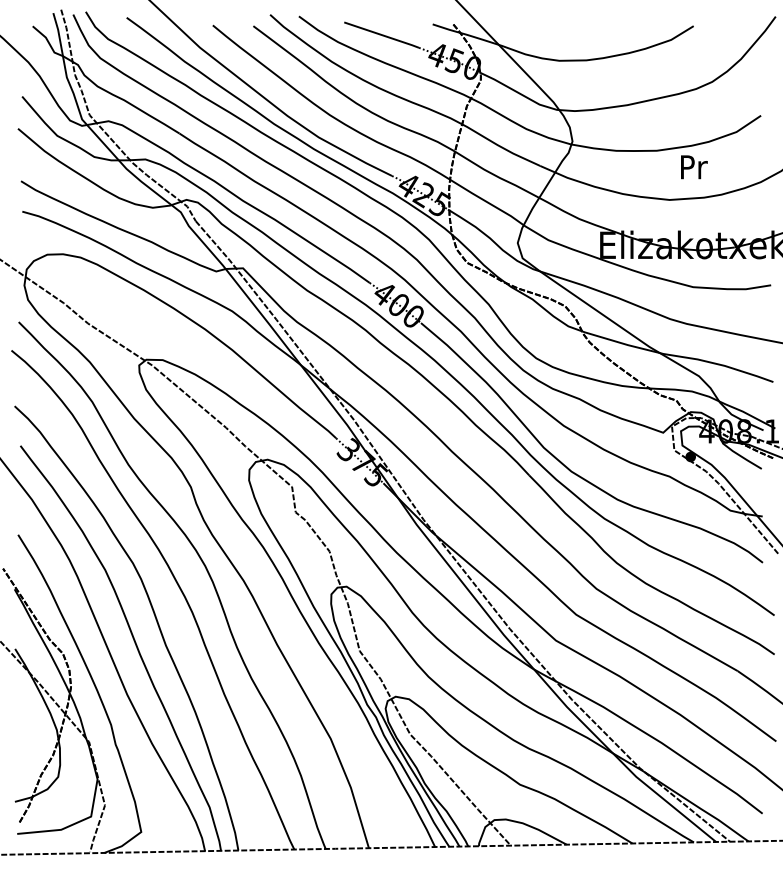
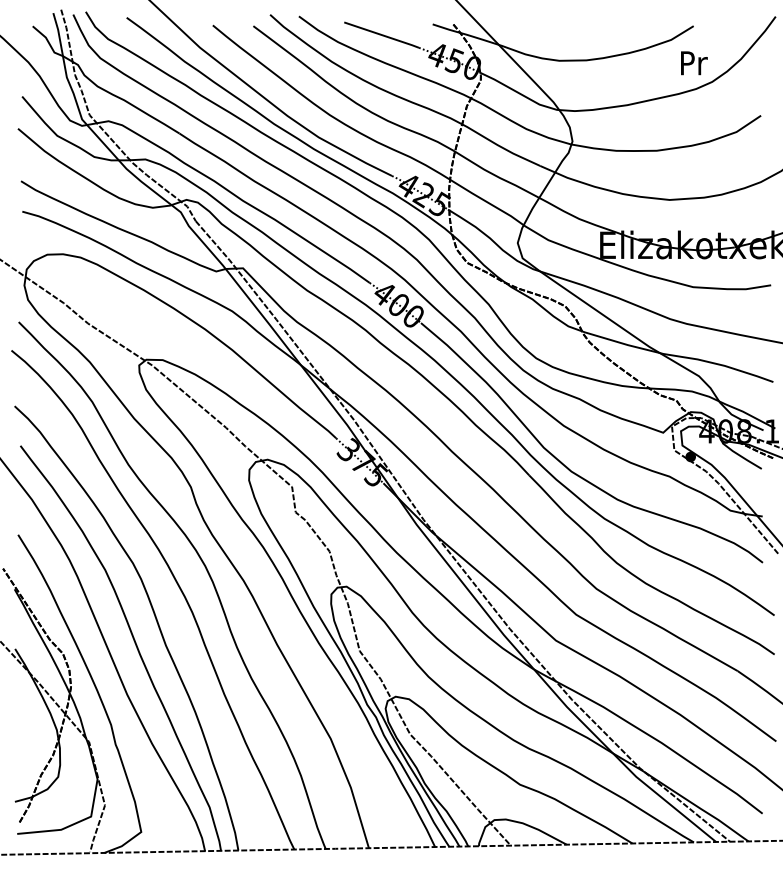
text at (694, 167) position: (694, 167) -> (694, 63)
